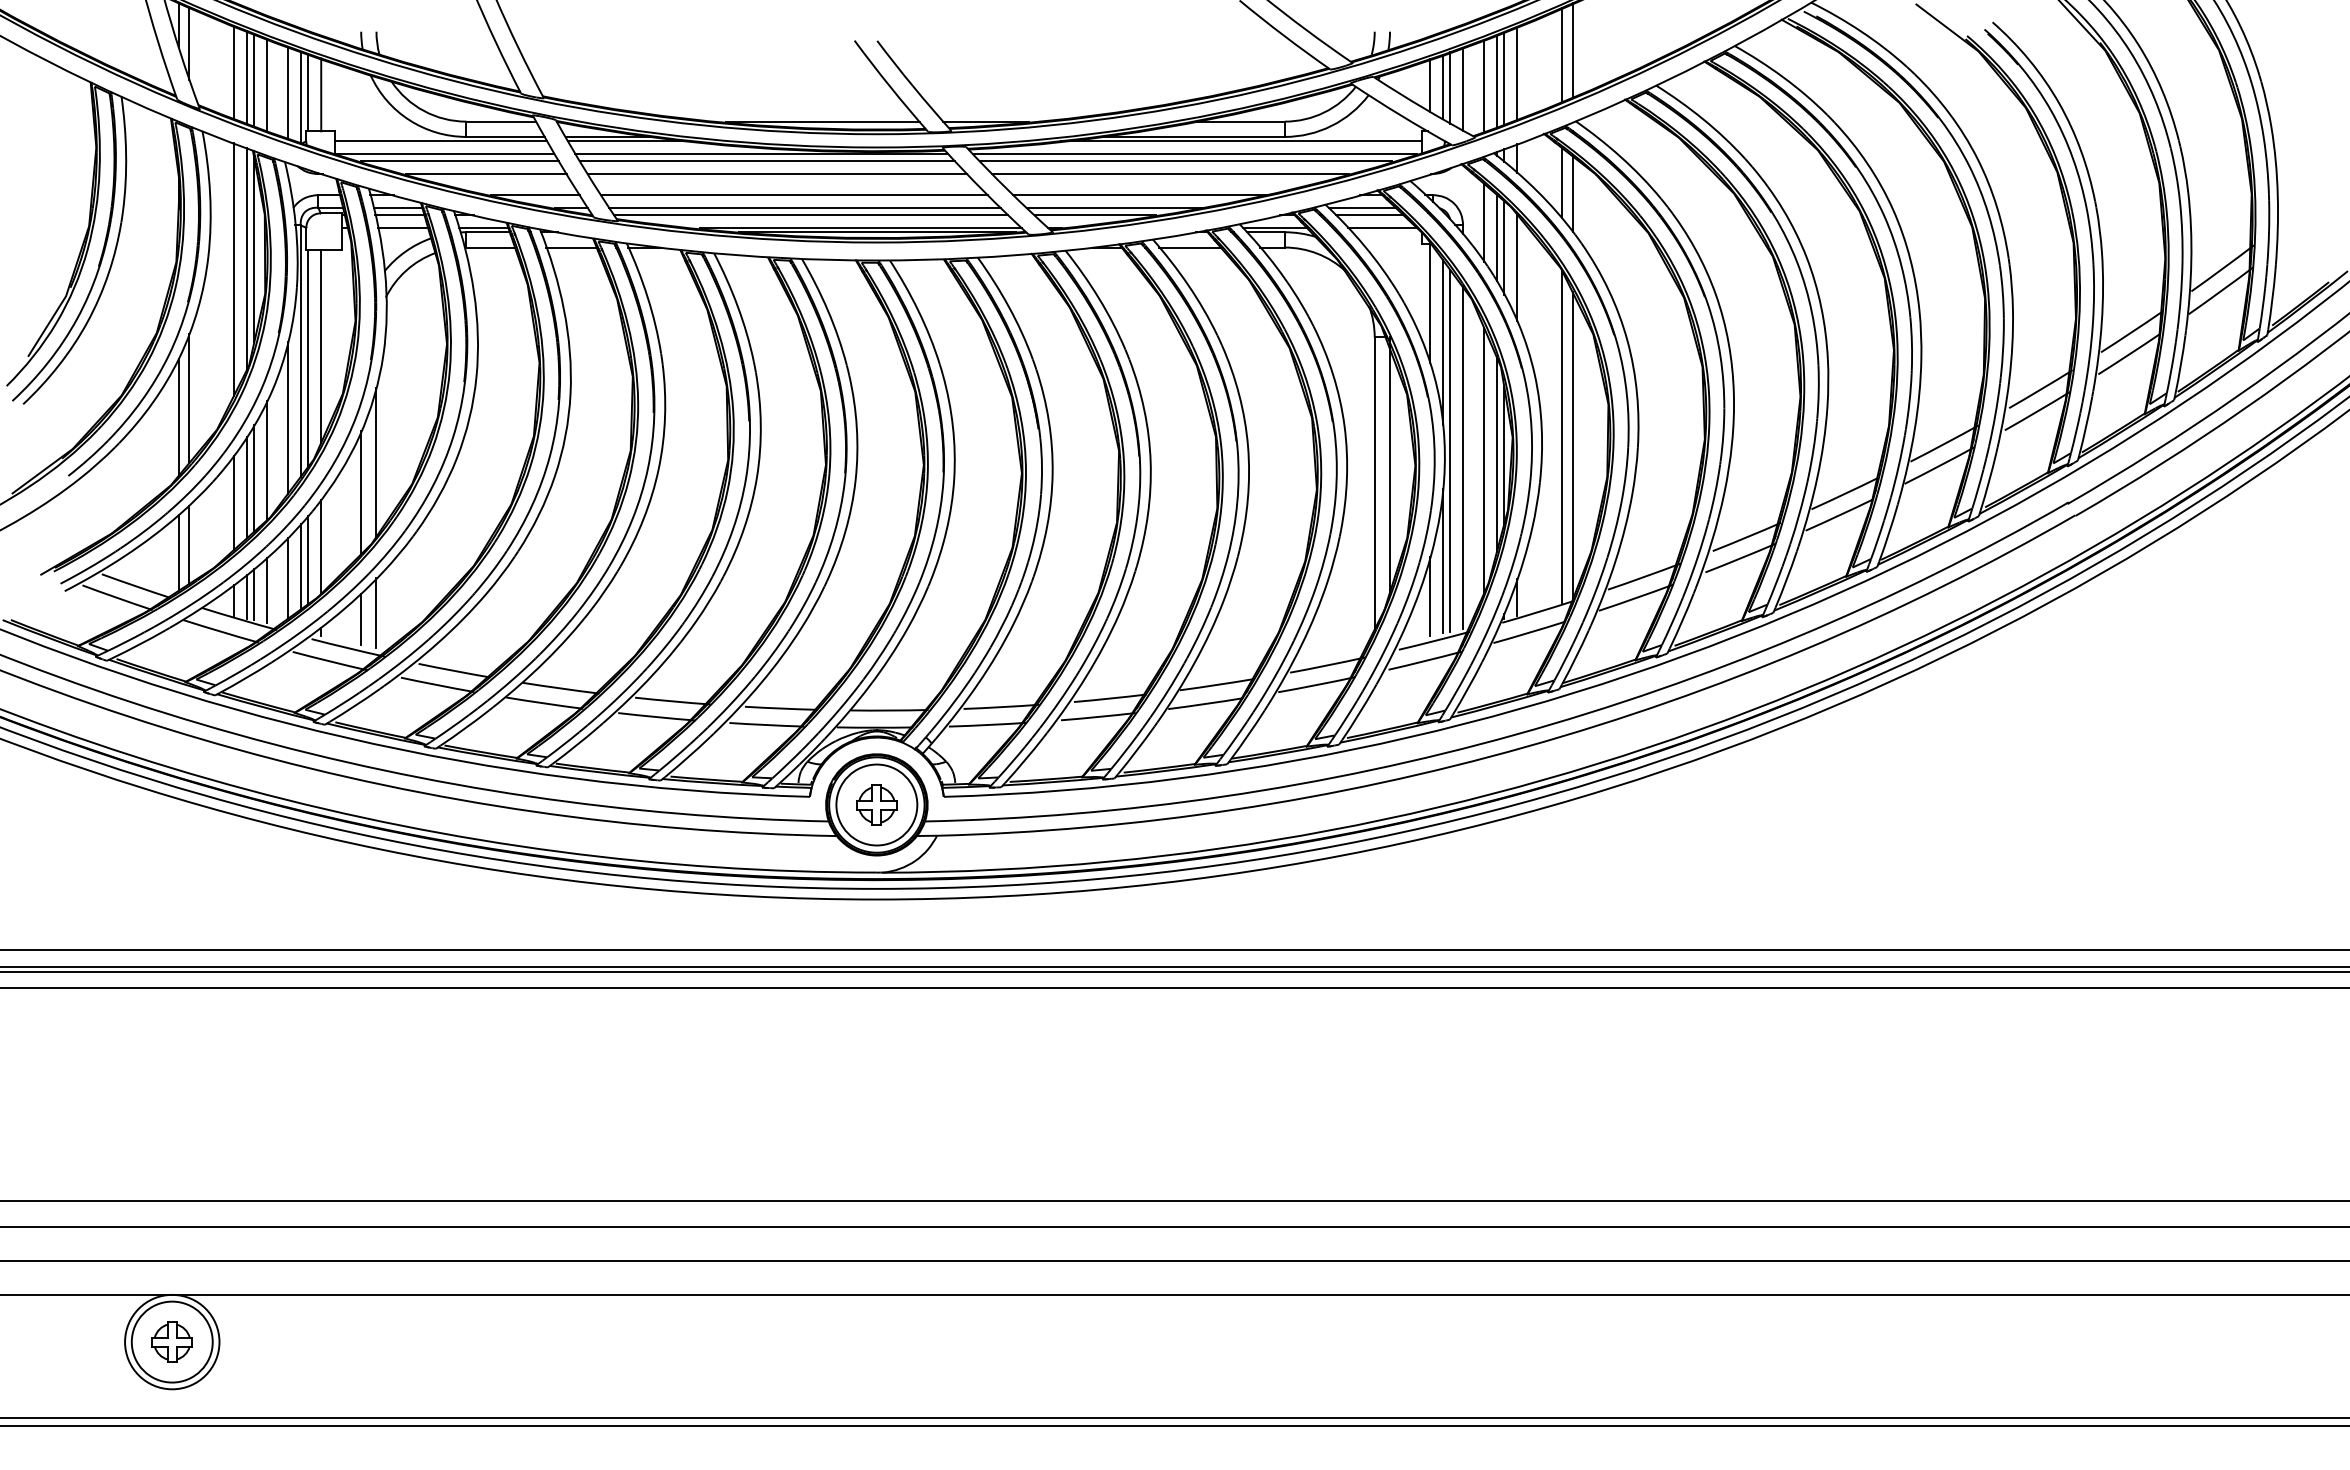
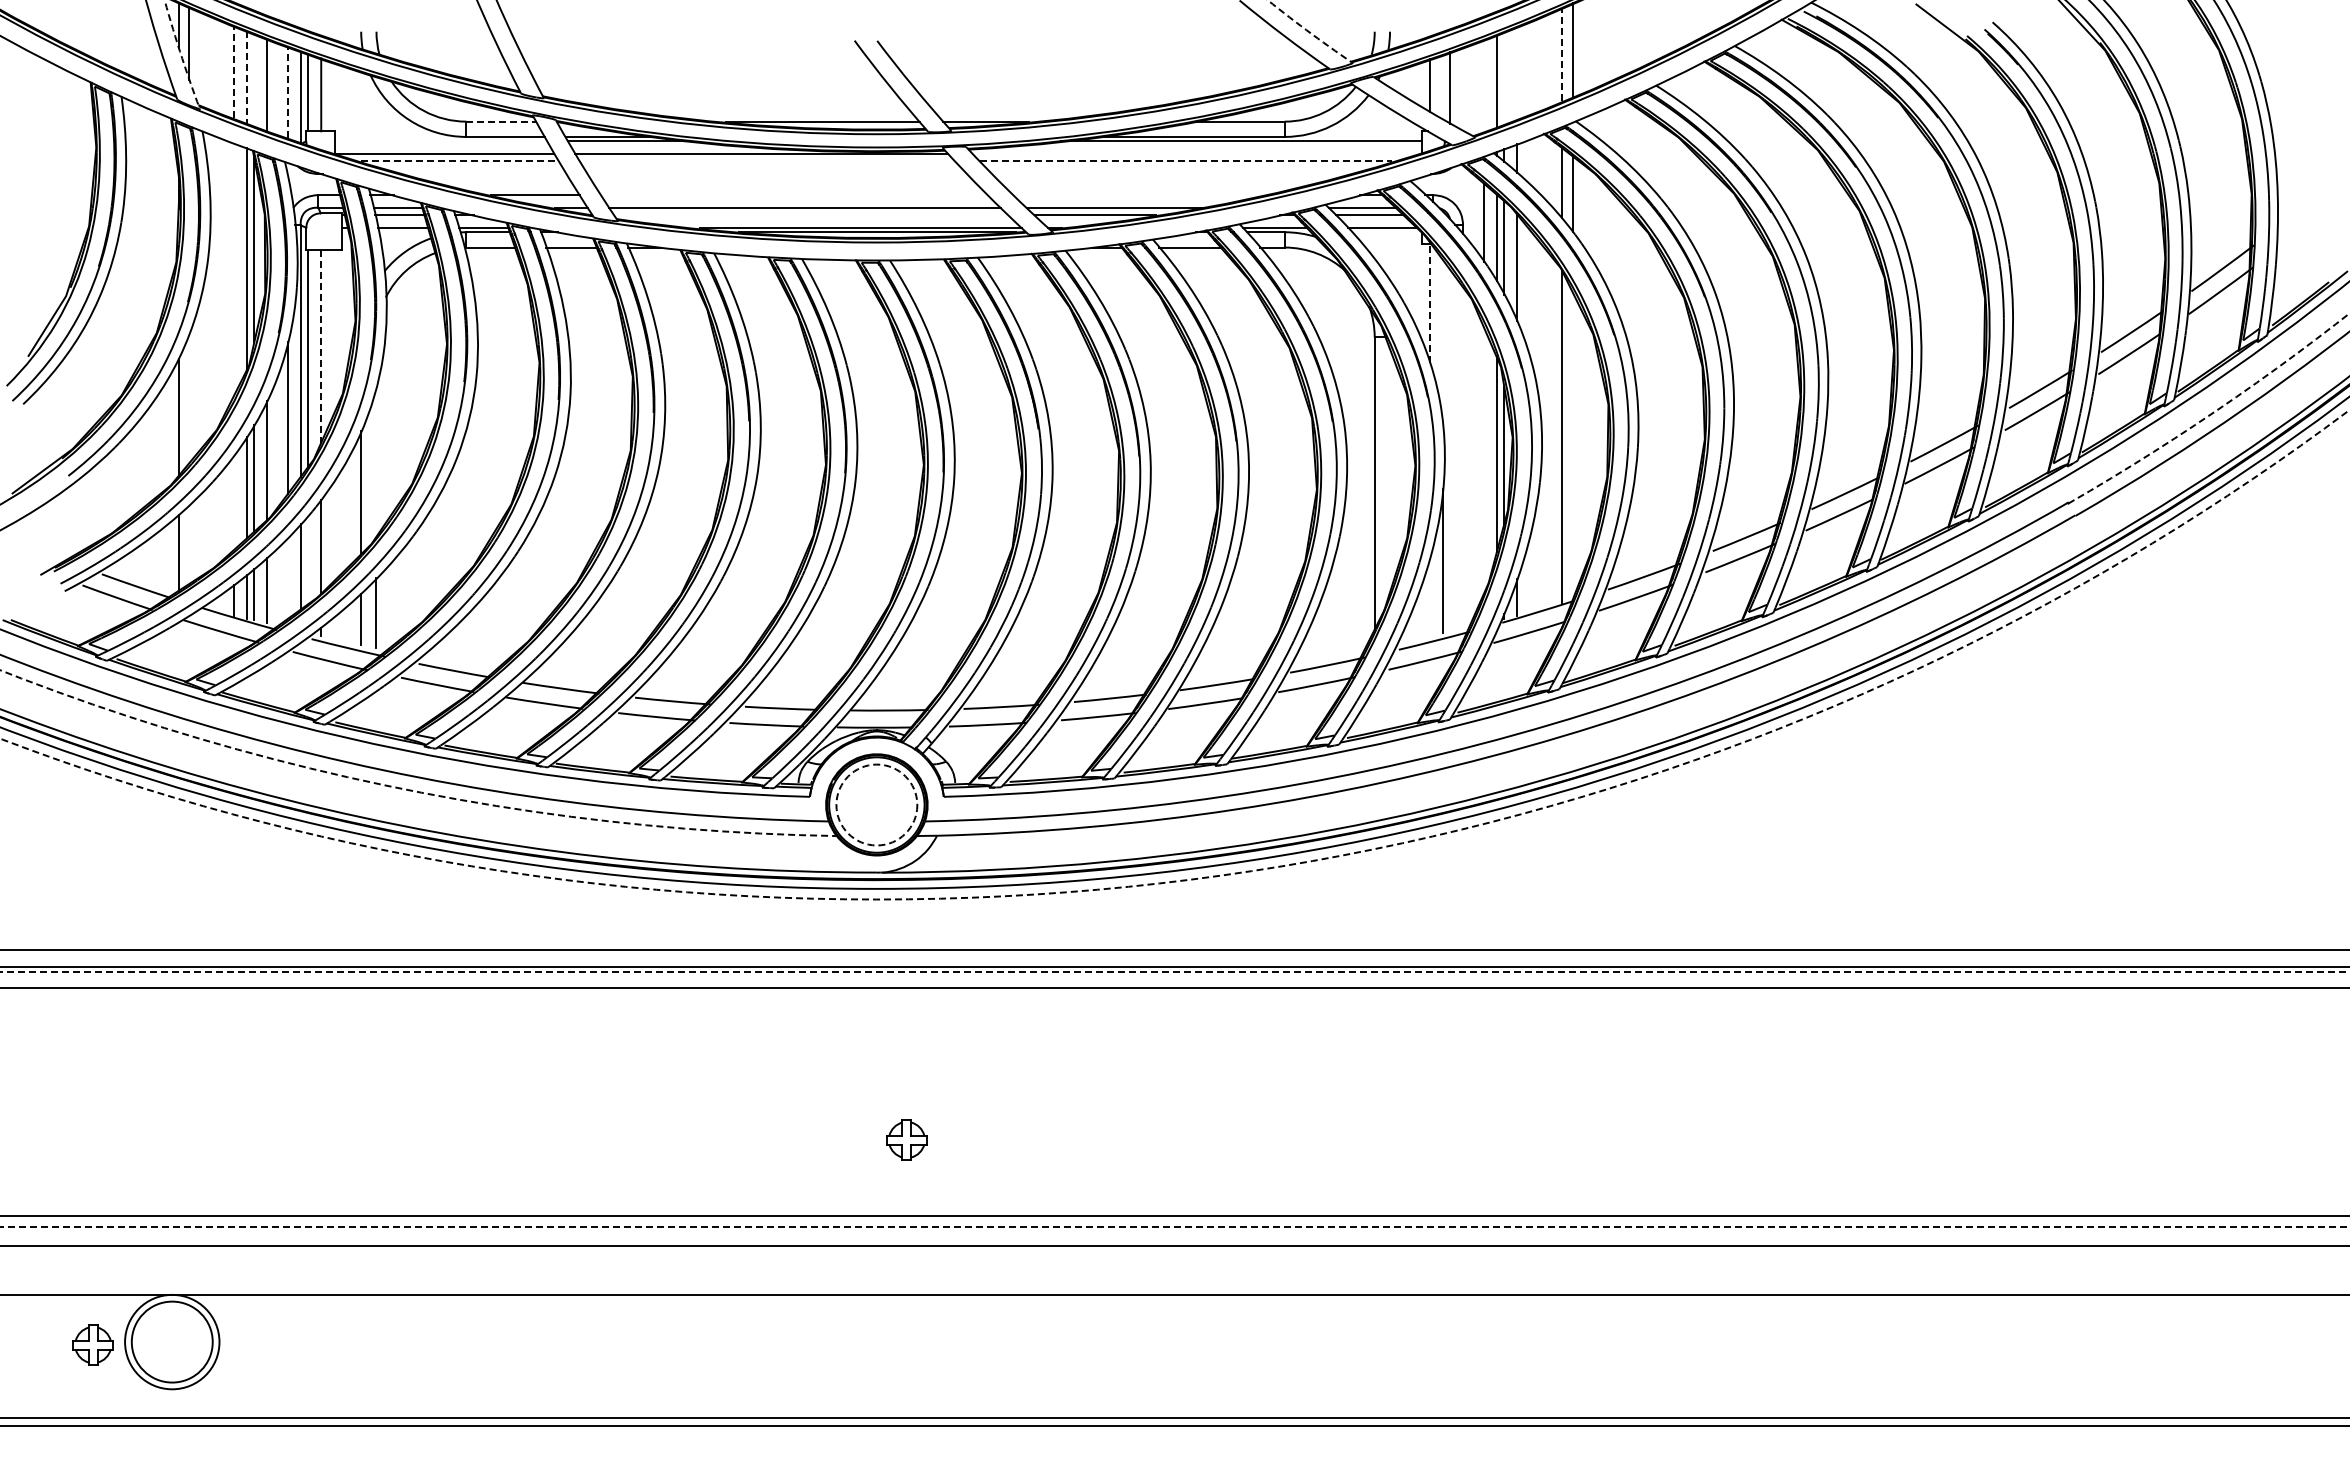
arc at (1309, 32): solid -> dashed
line at (1561, 54): solid -> dashed
arc at (181, 55): solid -> dashed
line at (234, 71): solid -> dashed
line at (1517, 73): present -> none
line at (246, 77): solid -> dashed
line at (1504, 77): present -> none
line at (254, 79): present -> none
line at (1484, 85): present -> none
line at (1442, 86): present -> none
line at (1463, 88): present -> none
line at (288, 92): solid -> dashed
line at (501, 121): solid -> dashed
line at (441, 141): present -> none
line at (1194, 153): present -> none
line at (460, 161): solid -> dashed
line at (767, 161): present -> none
line at (1185, 161): solid -> dashed
line at (486, 174): present -> none
line at (777, 174): present -> none
line at (1170, 174): present -> none
line at (793, 195): present -> none
line at (1139, 195): present -> none
line at (811, 215): present -> none
line at (234, 269): present -> none
line at (1430, 303): solid -> dashed
line at (1442, 342): present -> none
line at (320, 347): solid -> dashed
line at (189, 398): present -> none
arc at (2212, 413): solid -> dashed
line at (1572, 445): present -> none
line at (1450, 450): present -> none
line at (1463, 457): present -> none
line at (1484, 460): present -> none
line at (376, 461): present -> none
line at (1390, 464): present -> none
line at (234, 502): present -> none
line at (189, 544): present -> none
line at (308, 559): present -> none
line at (288, 578): present -> none
line at (1430, 596): present -> none
circle at (1174, 654): solid -> dashed
arc at (410, 790): solid -> dashed
circle at (876, 804): solid -> dashed
part at (876, 804) position: (876, 804) -> (906, 1139)
line at (1175, 971): solid -> dashed
line at (1174, 1201) position: (1174, 1201) -> (1174, 1216)
line at (1174, 1226): solid -> dashed
line at (1174, 1260) position: (1174, 1260) -> (1174, 1245)
part at (171, 1341) position: (171, 1341) -> (92, 1344)
